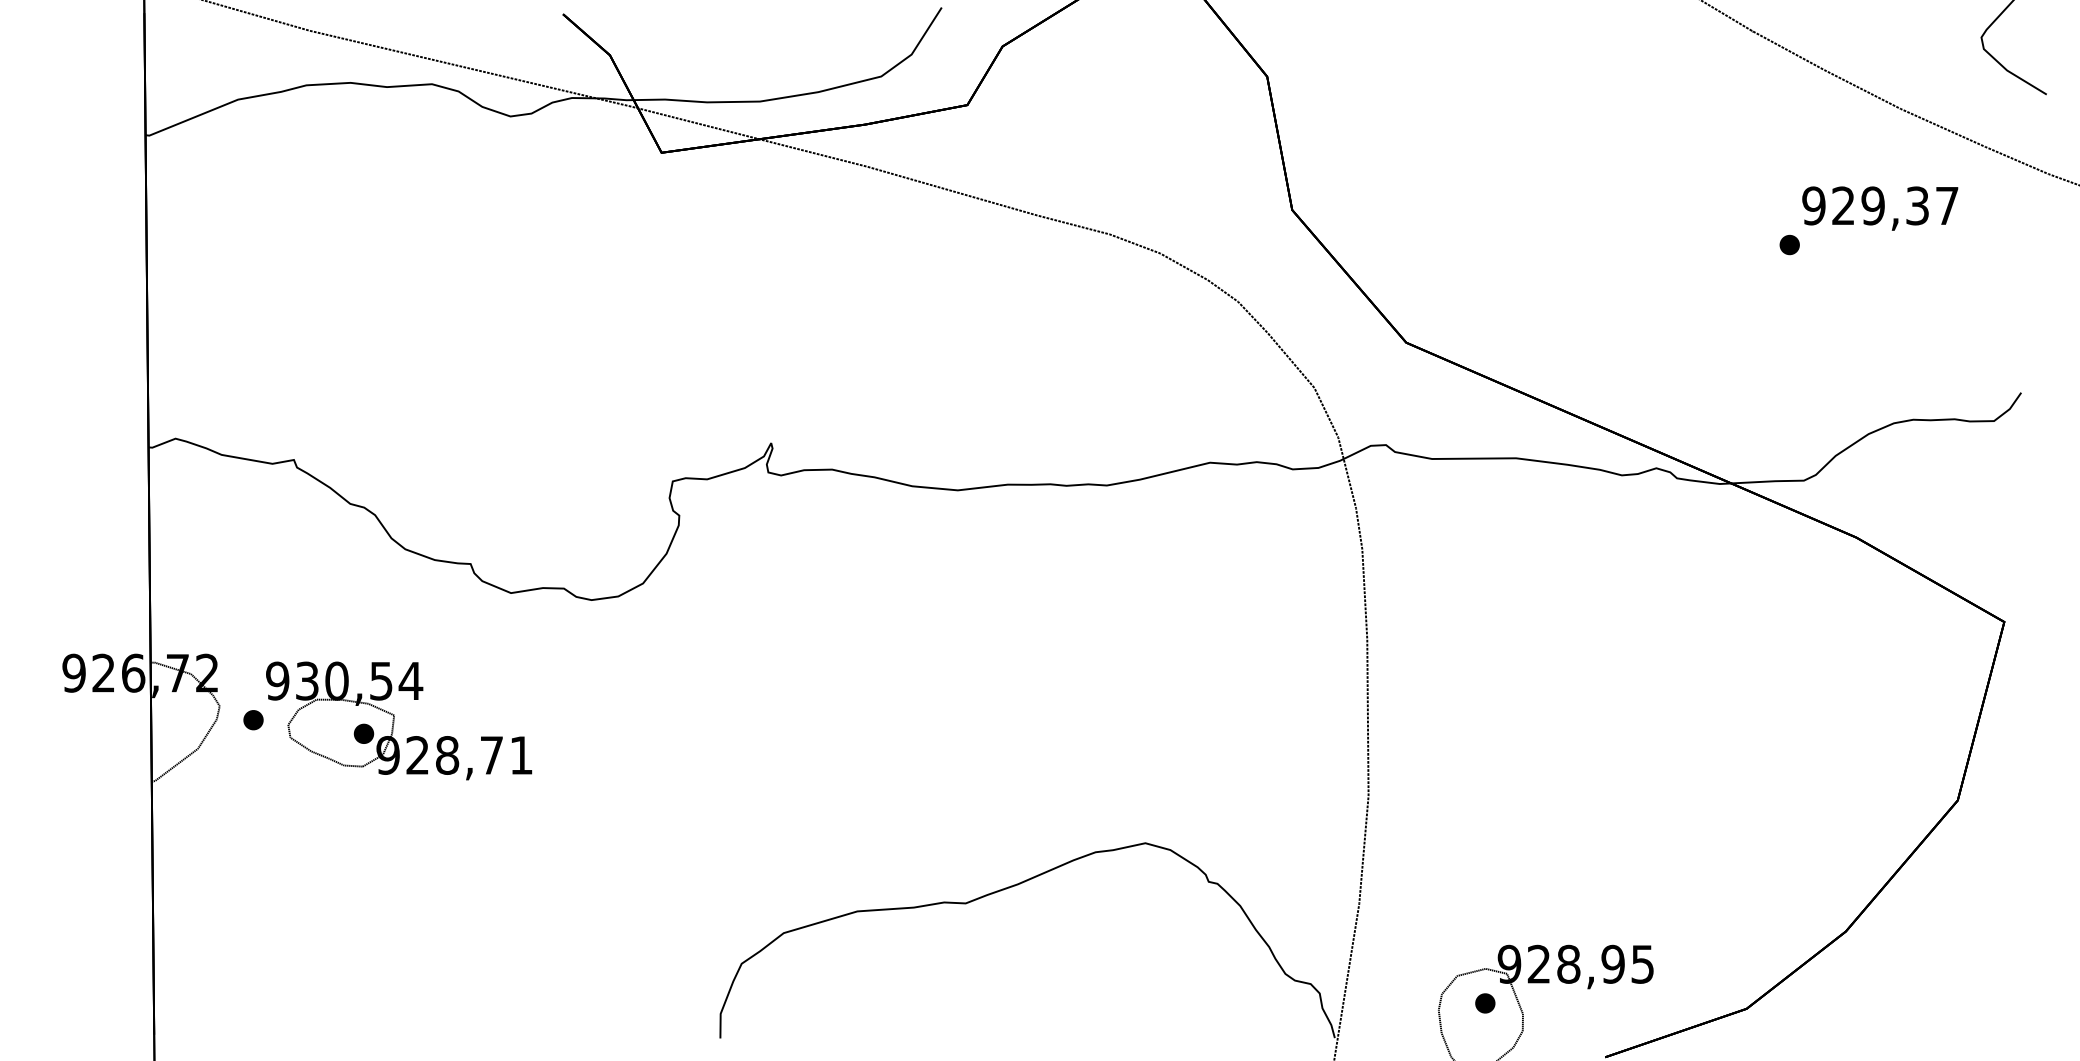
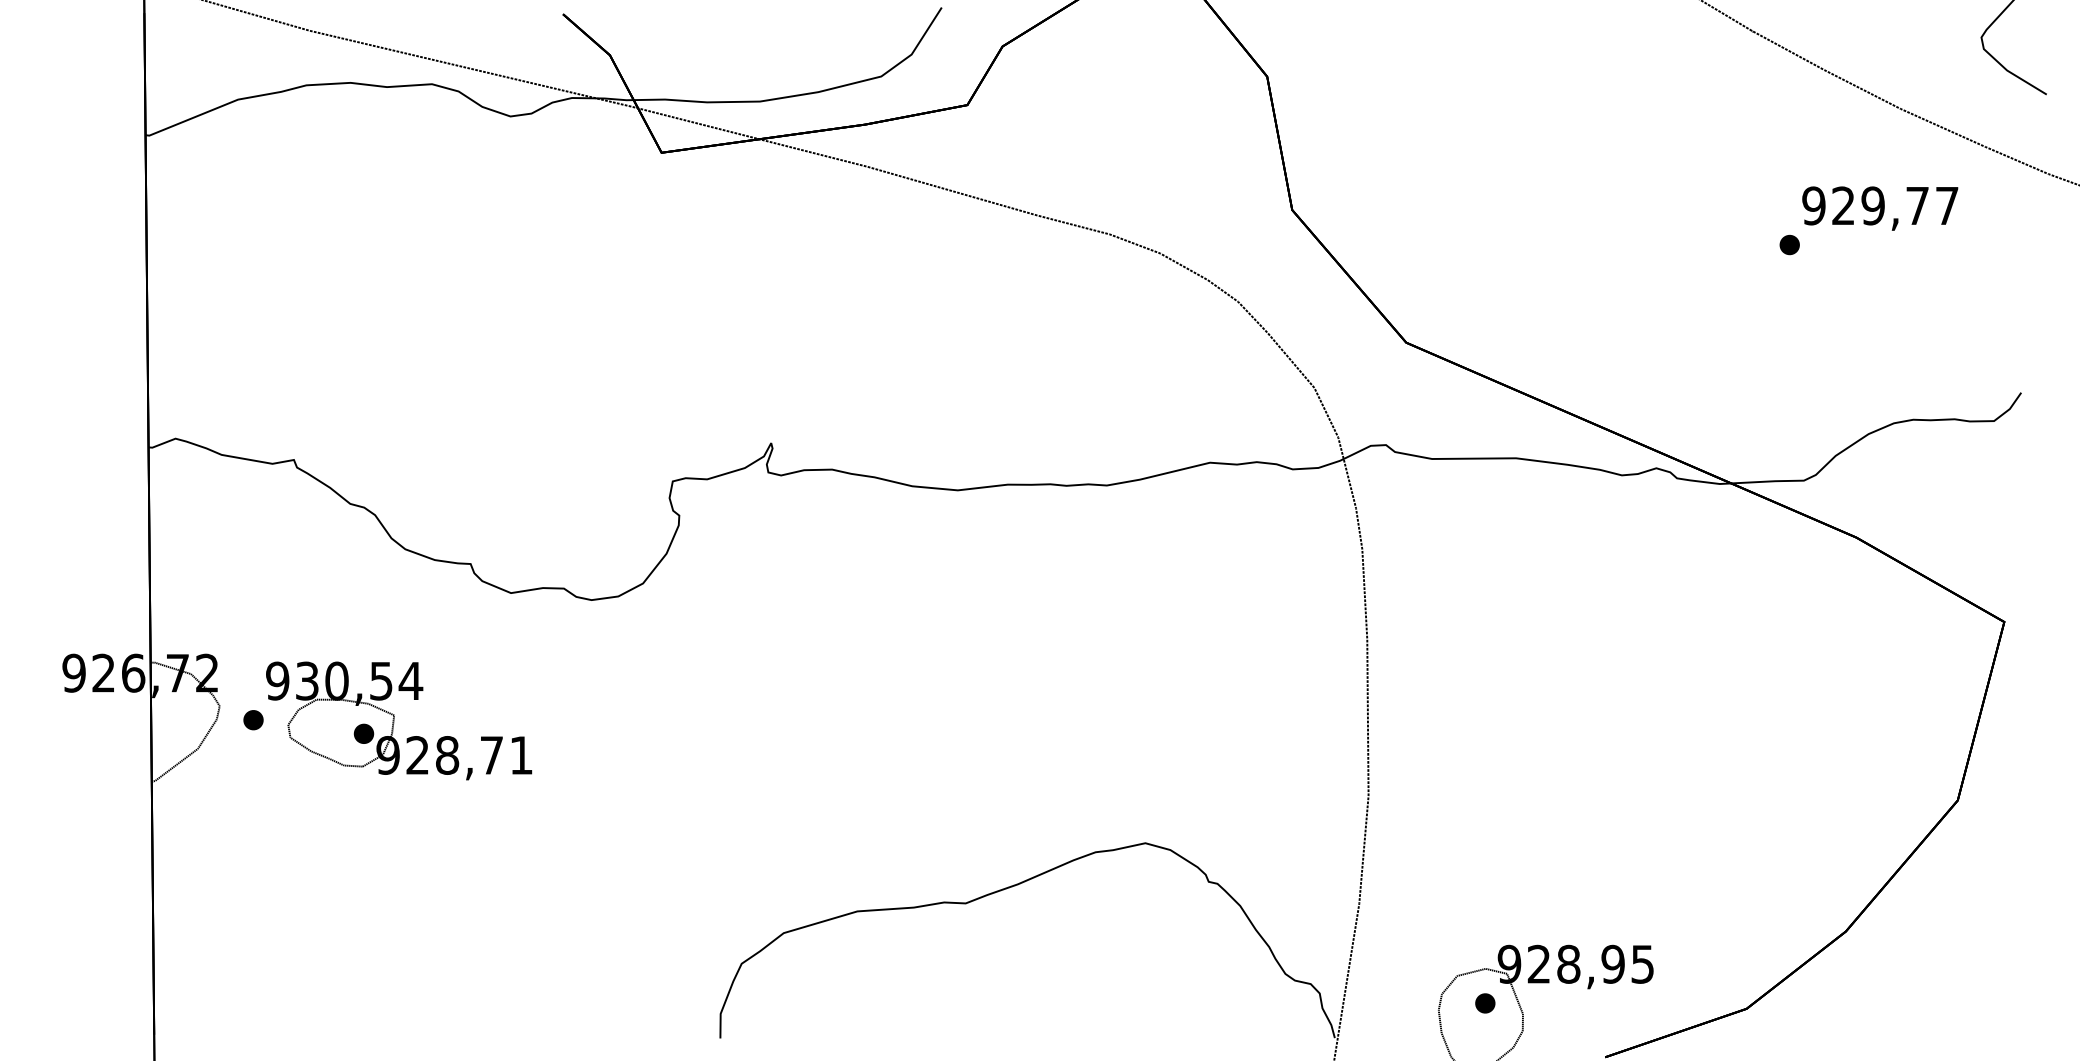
text at (1917, 205): 929,37 -> 929,77
